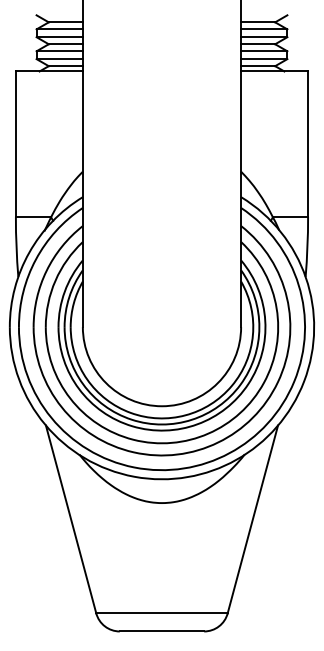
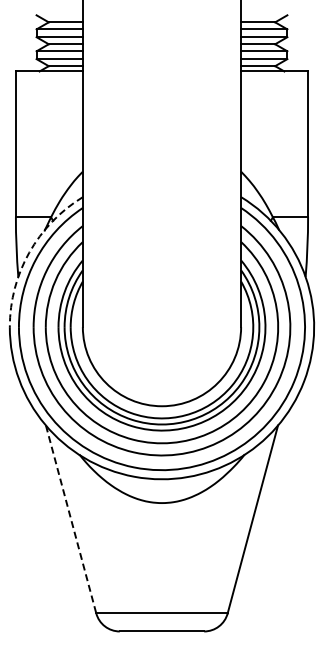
arc at (29, 252): solid -> dashed
line at (71, 519): solid -> dashed
